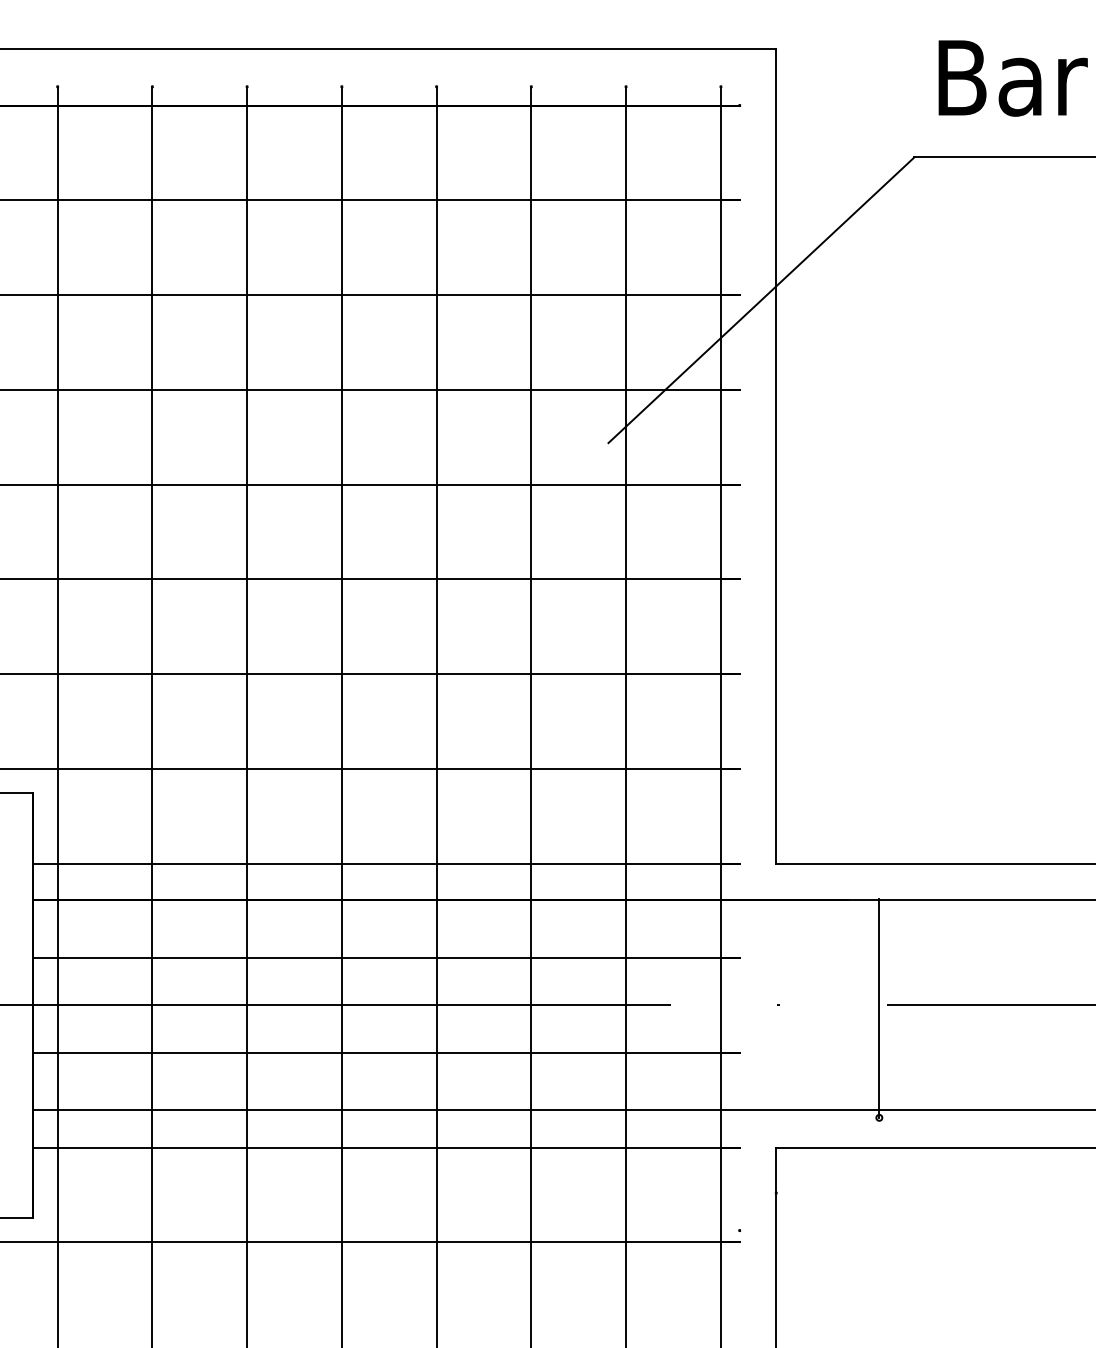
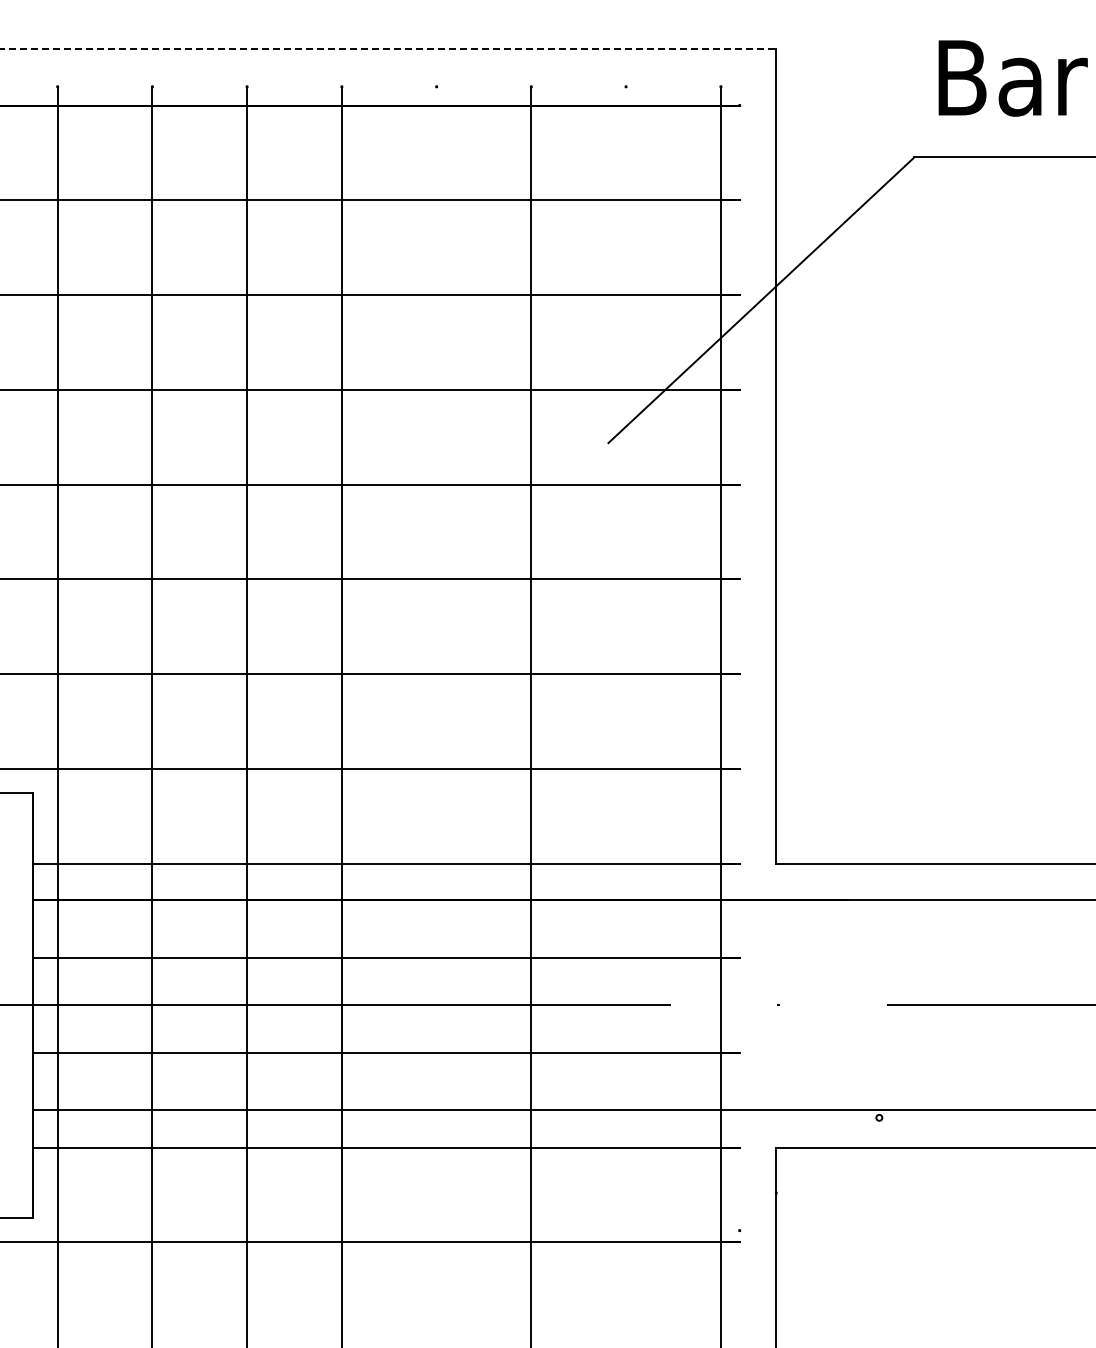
line at (388, 49): solid -> dashed
line at (436, 715): present -> none
line at (626, 715): present -> none
line at (879, 1007): present -> none
